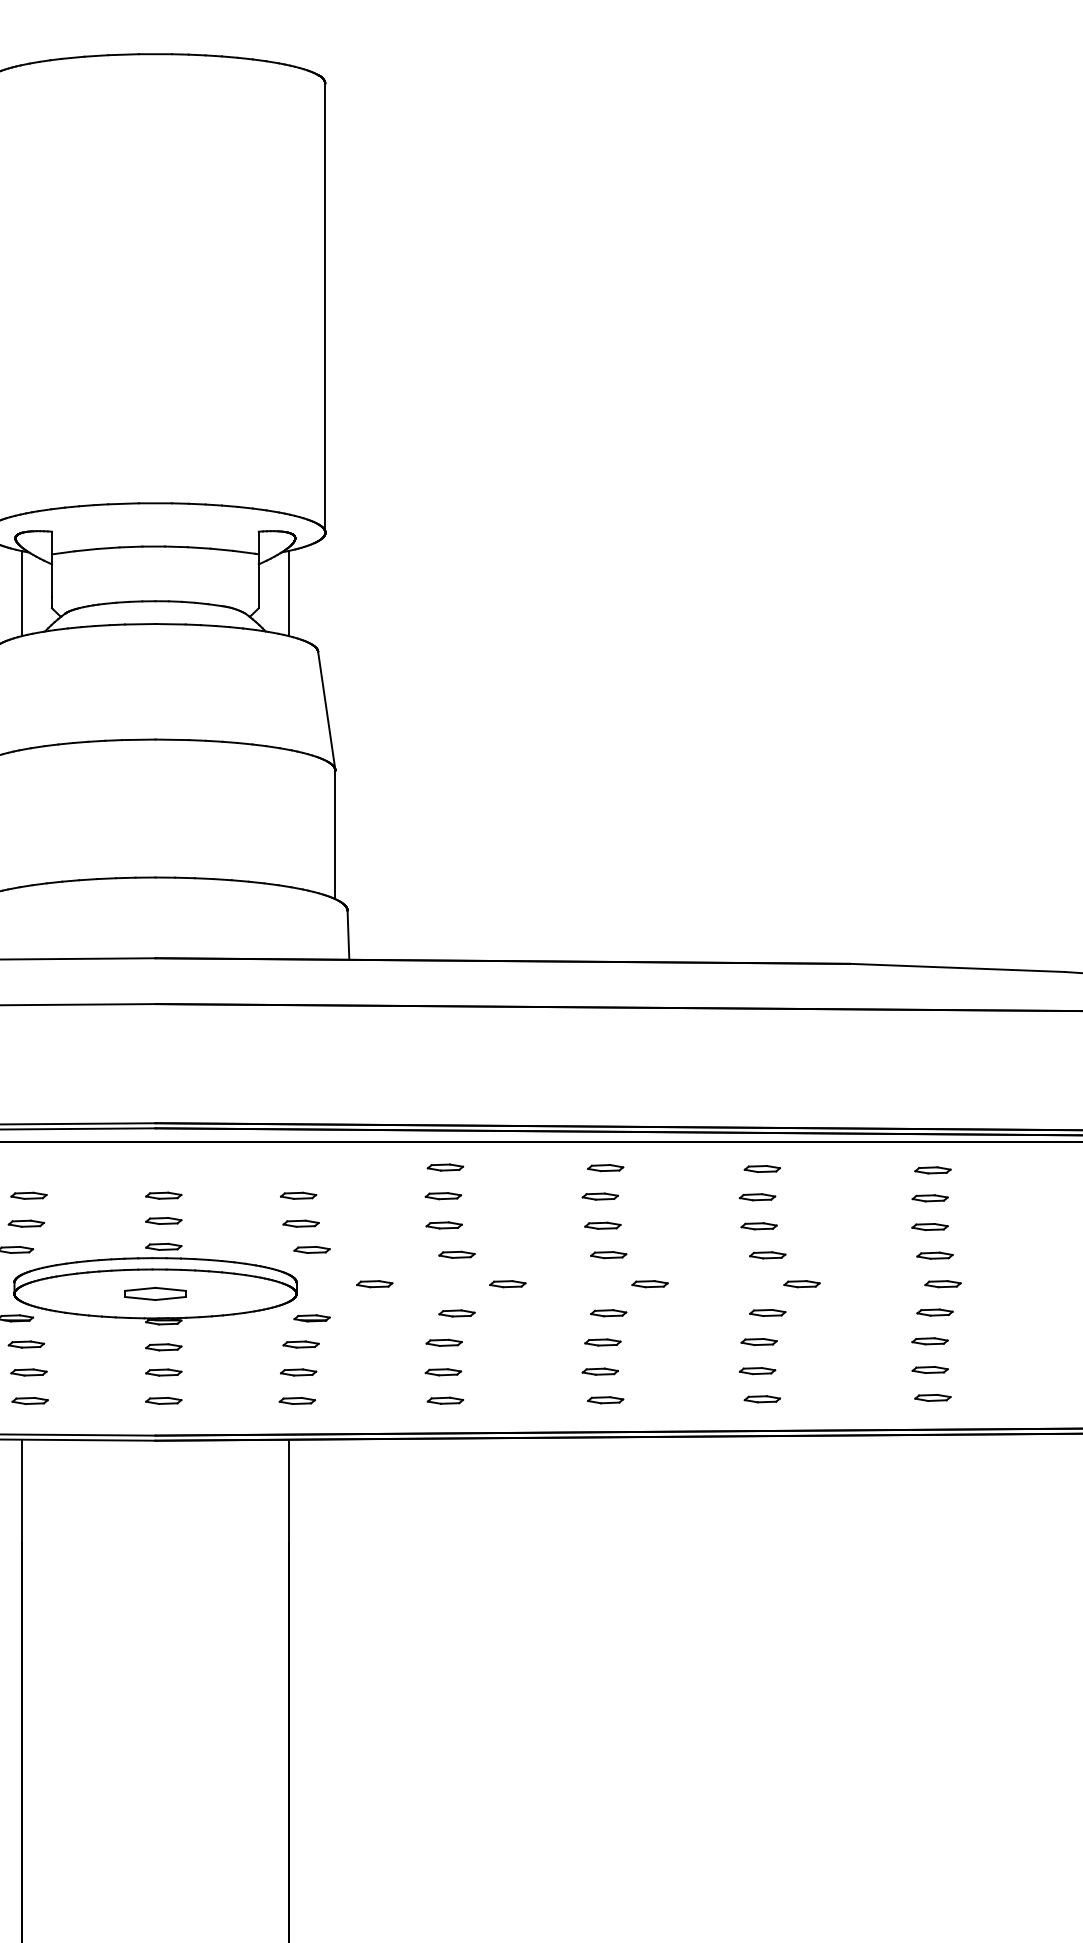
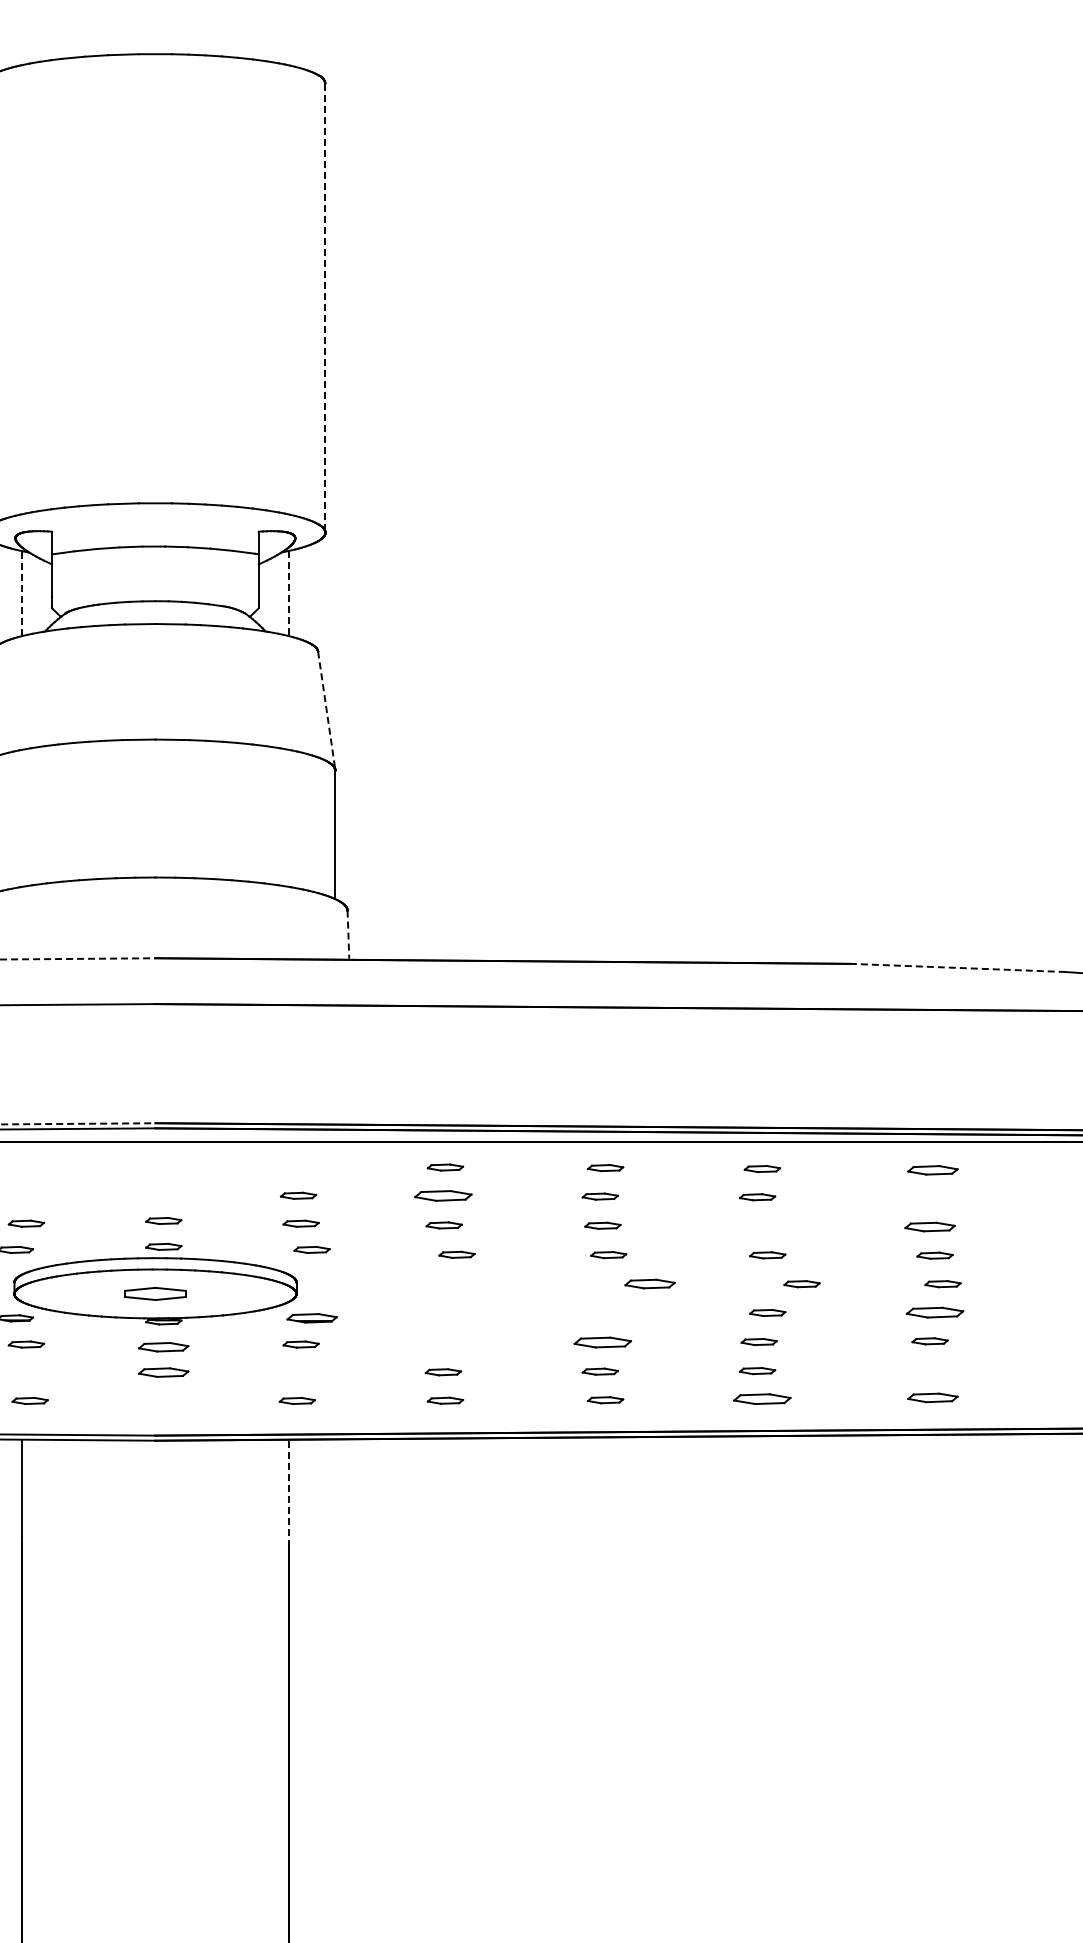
line at (325, 308): solid -> dashed
line at (21, 593): solid -> dashed
line at (289, 593): solid -> dashed
line at (326, 710): solid -> dashed
line at (348, 935): solid -> dashed
line at (78, 958): solid -> dashed
line at (957, 967): solid -> dashed
line at (78, 1123): solid -> dashed
part at (932, 1170) size: 38x9 px -> 52x11 px
part at (28, 1195): present -> none
part at (163, 1195): present -> none
part at (443, 1196) size: 39x9 px -> 59x12 px
part at (929, 1198): present -> none
part at (758, 1226): present -> none
part at (929, 1226) size: 38x8 px -> 52x12 px
part at (374, 1284): present -> none
part at (507, 1284): present -> none
part at (649, 1284) size: 38x9 px -> 52x12 px
part at (934, 1312) size: 38x9 px -> 60x13 px
part at (456, 1313): present -> none
part at (608, 1313): present -> none
part at (311, 1318) size: 38x9 px -> 52x11 px
part at (443, 1342): present -> none
part at (602, 1342) size: 38x9 px -> 59x13 px
part at (163, 1347) size: 38x9 px -> 52x11 px
part at (929, 1369): present -> none
part at (28, 1372): present -> none
part at (163, 1372) size: 38x9 px -> 52x11 px
part at (298, 1372): present -> none
part at (932, 1397) size: 38x8 px -> 52x12 px
part at (762, 1399) size: 39x9 px -> 59x12 px
part at (163, 1400): present -> none
line at (289, 1492): solid -> dashed
